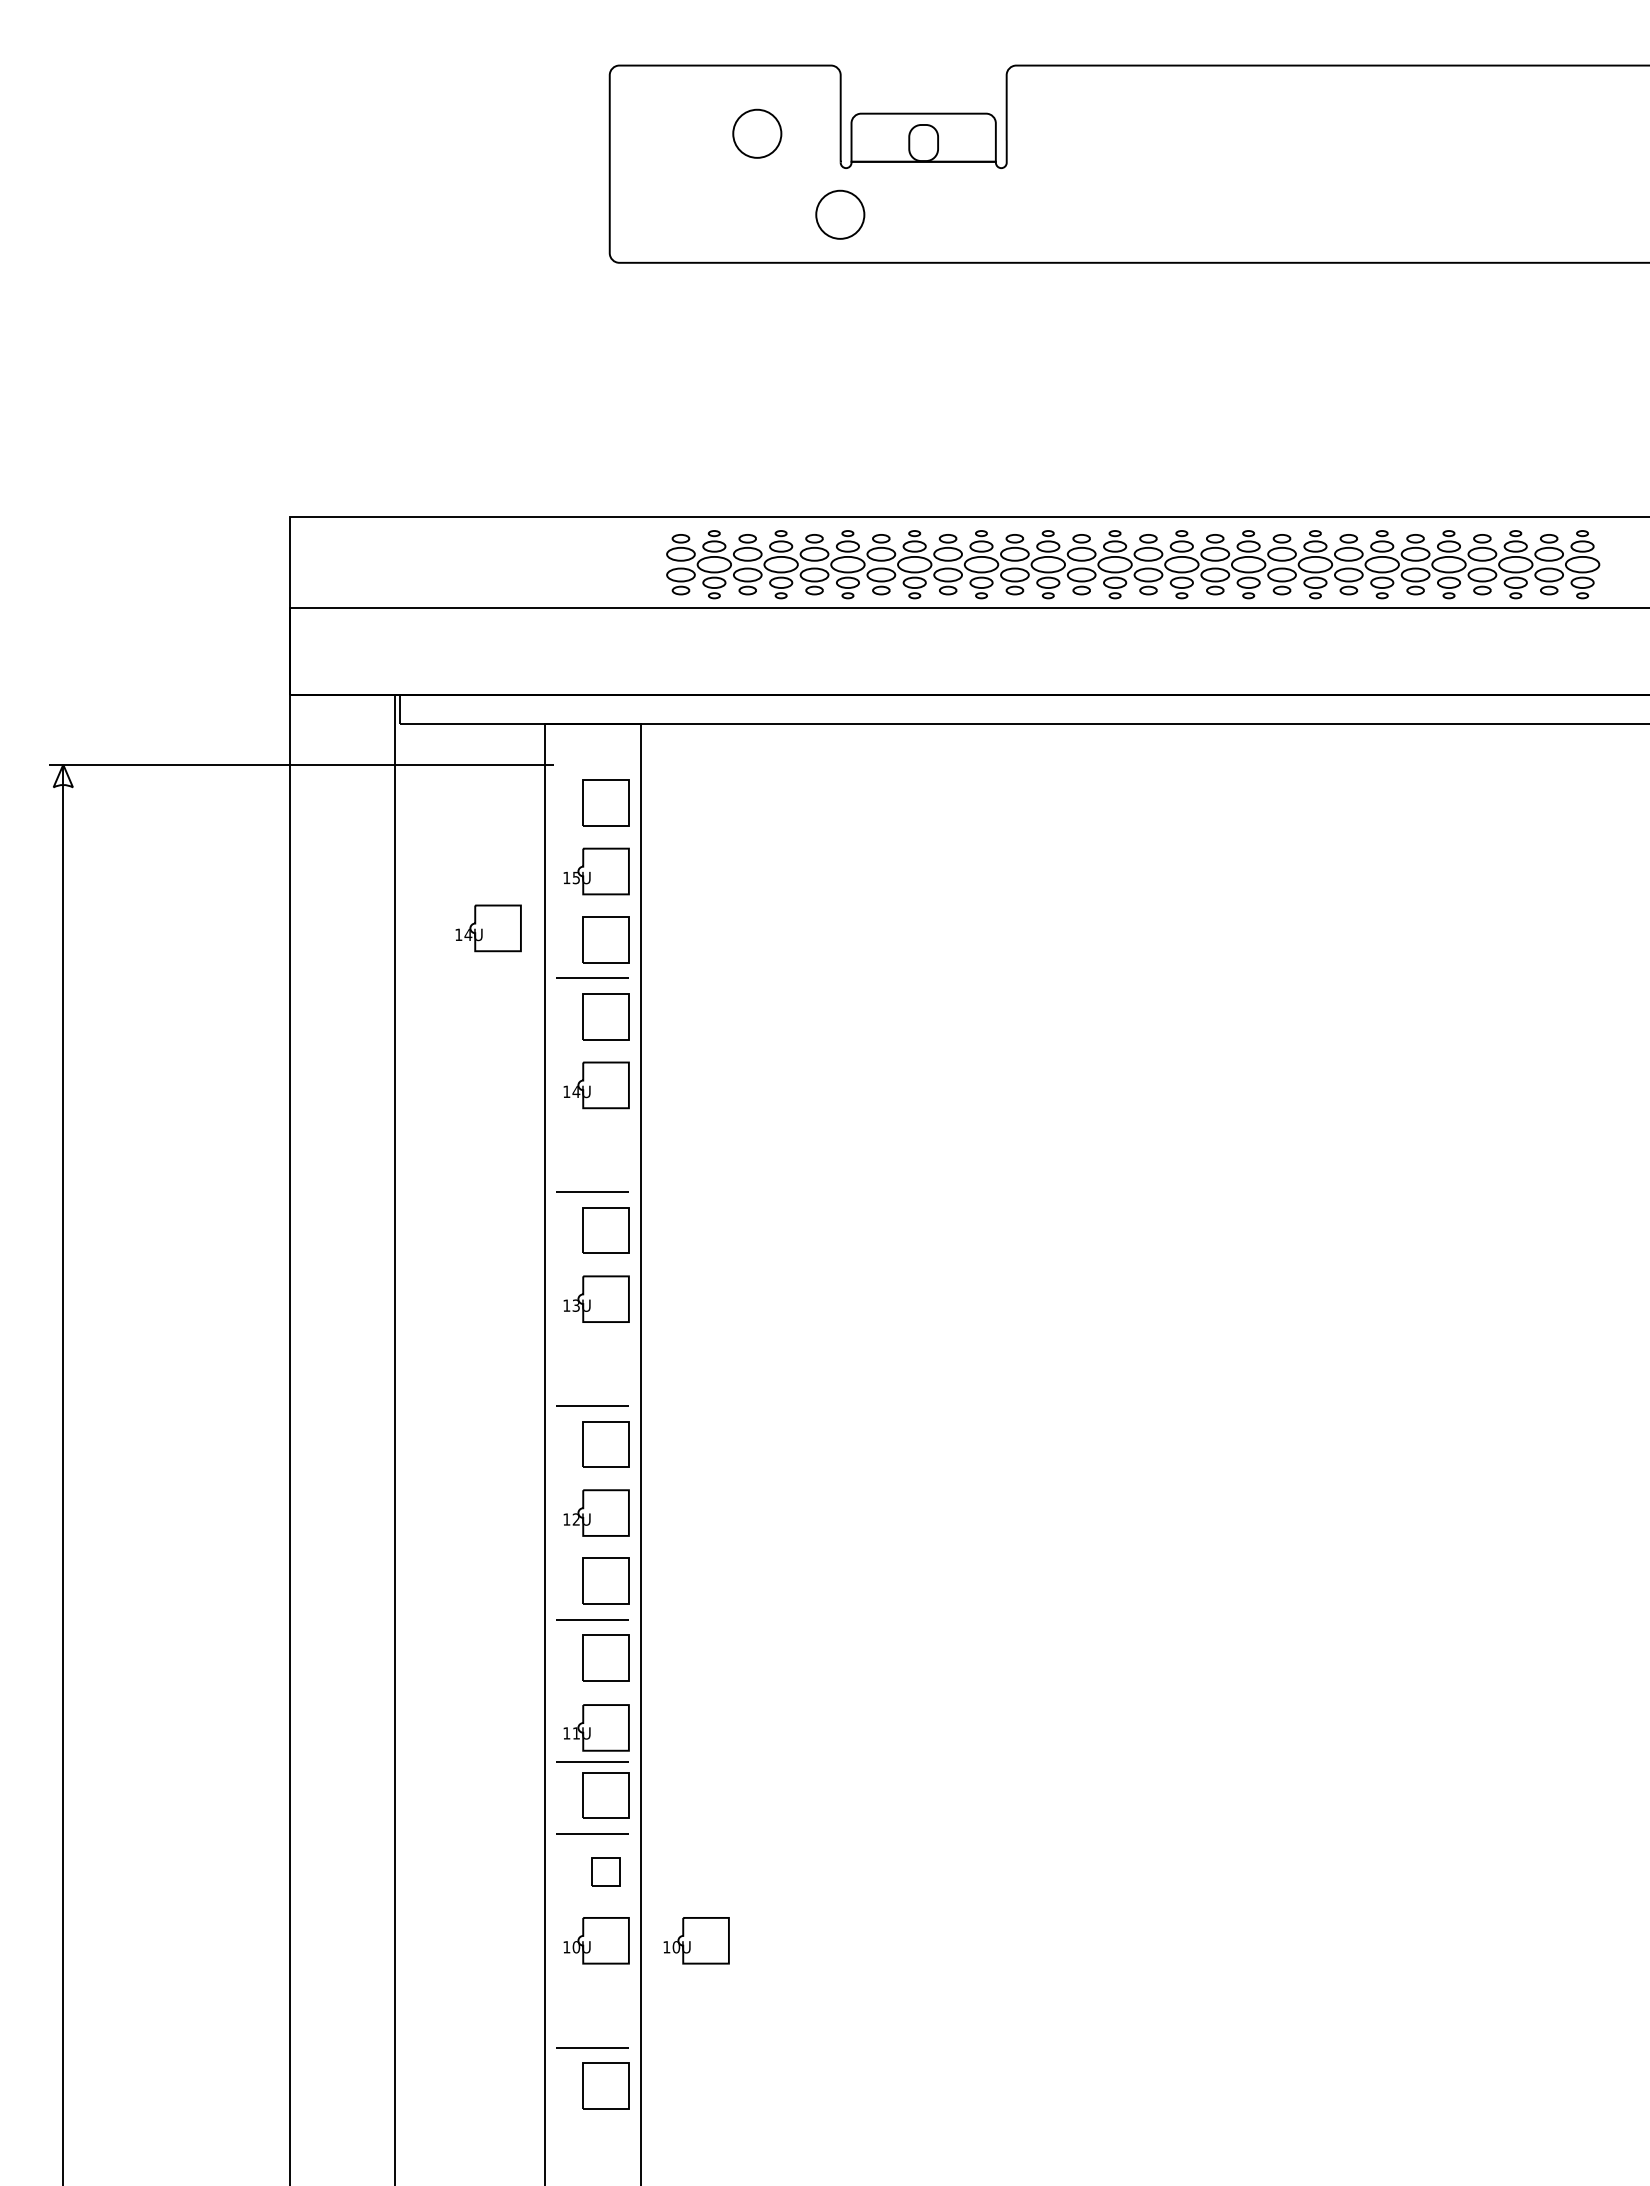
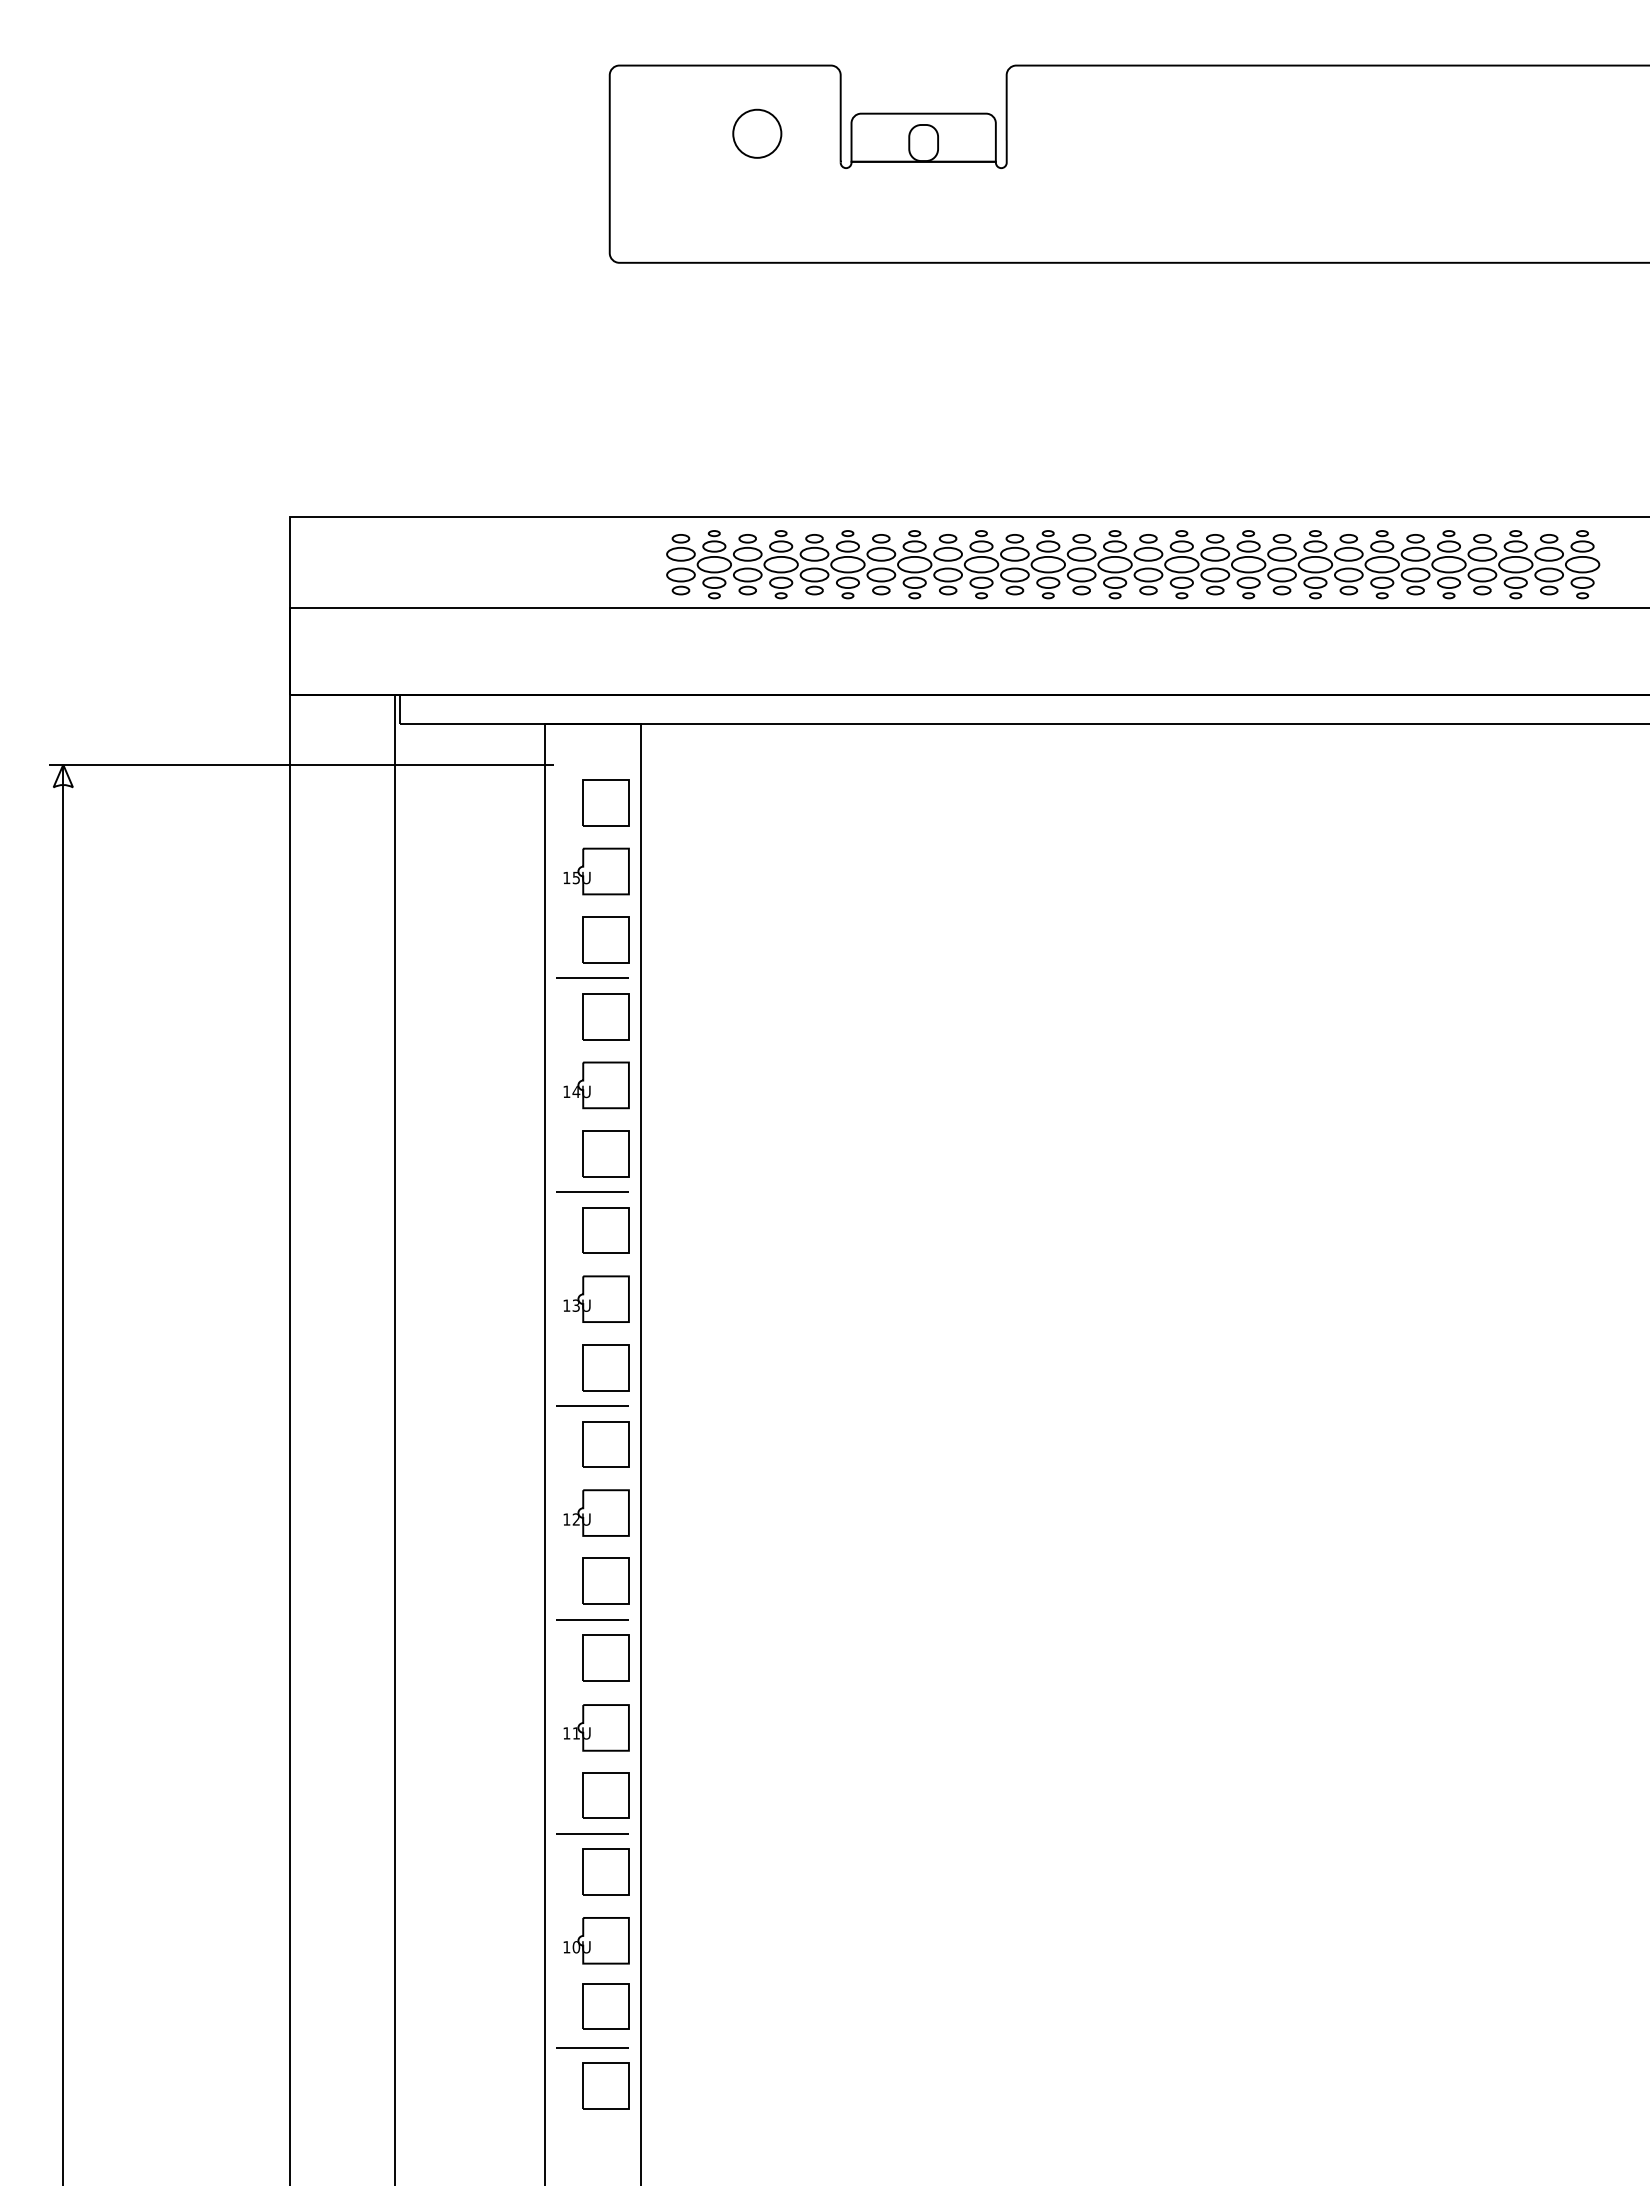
part at (840, 214): present -> none
part at (488, 928): present -> none
part at (605, 1153): none -> present
part at (605, 1367): none -> present
line at (592, 1761): present -> none
part at (605, 1871) size: 30x30 px -> 48x48 px
part at (696, 1940): present -> none
part at (605, 2006): none -> present
